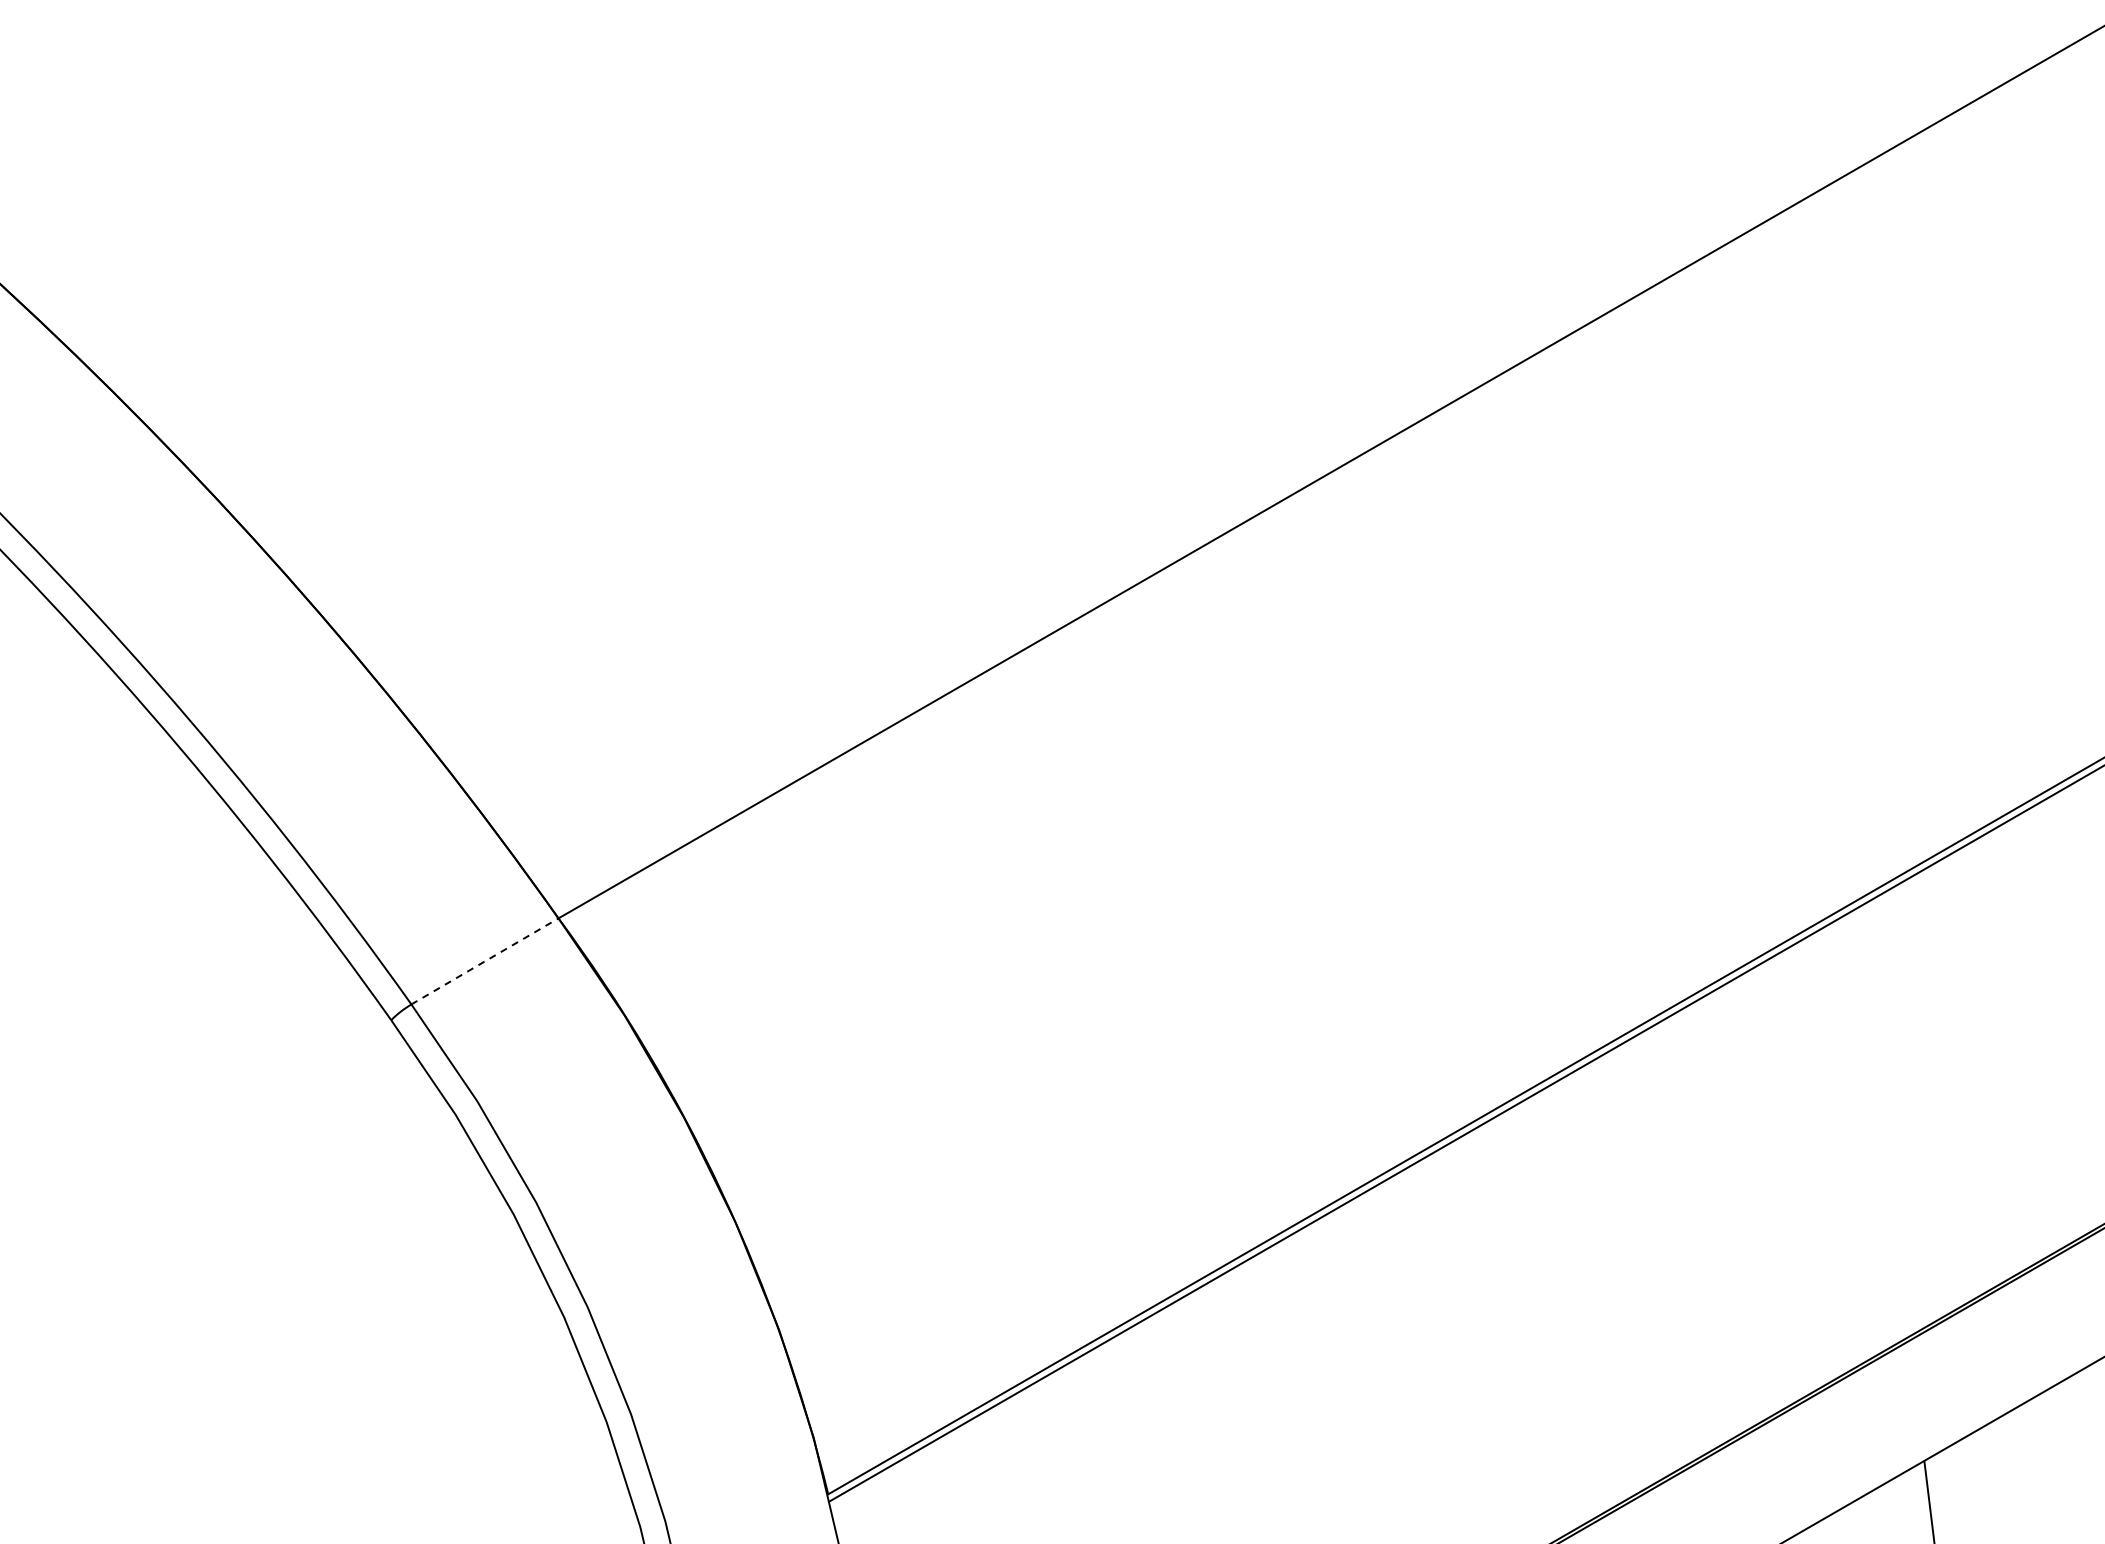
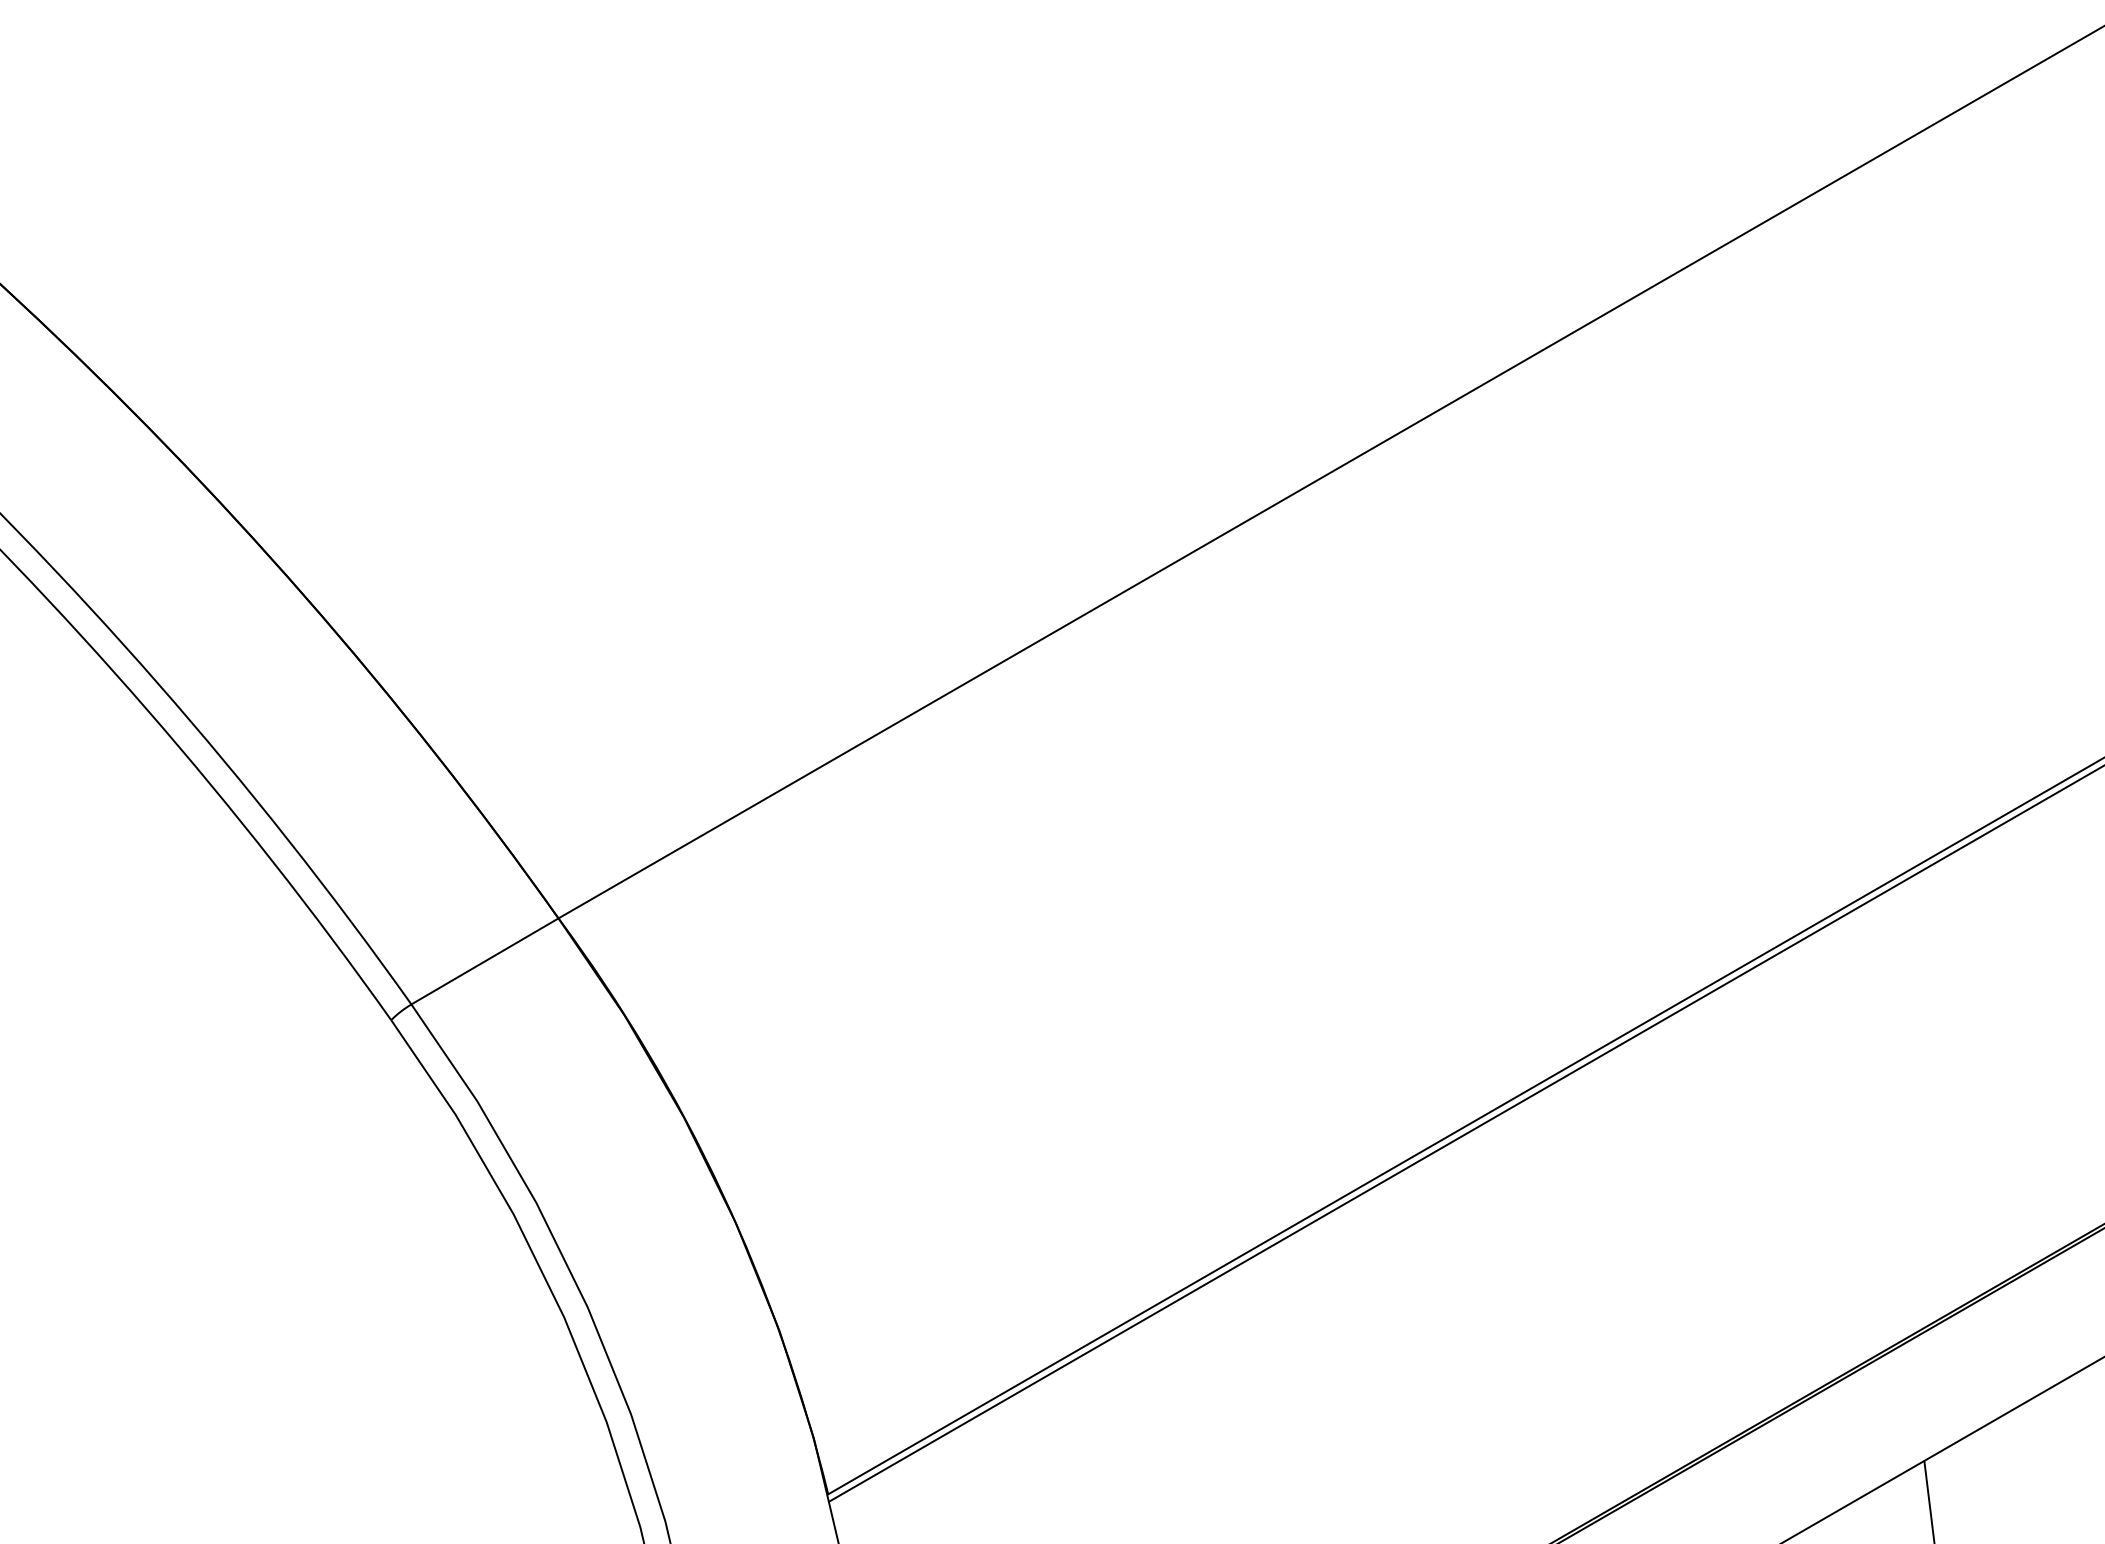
line at (485, 961): dashed -> solid
